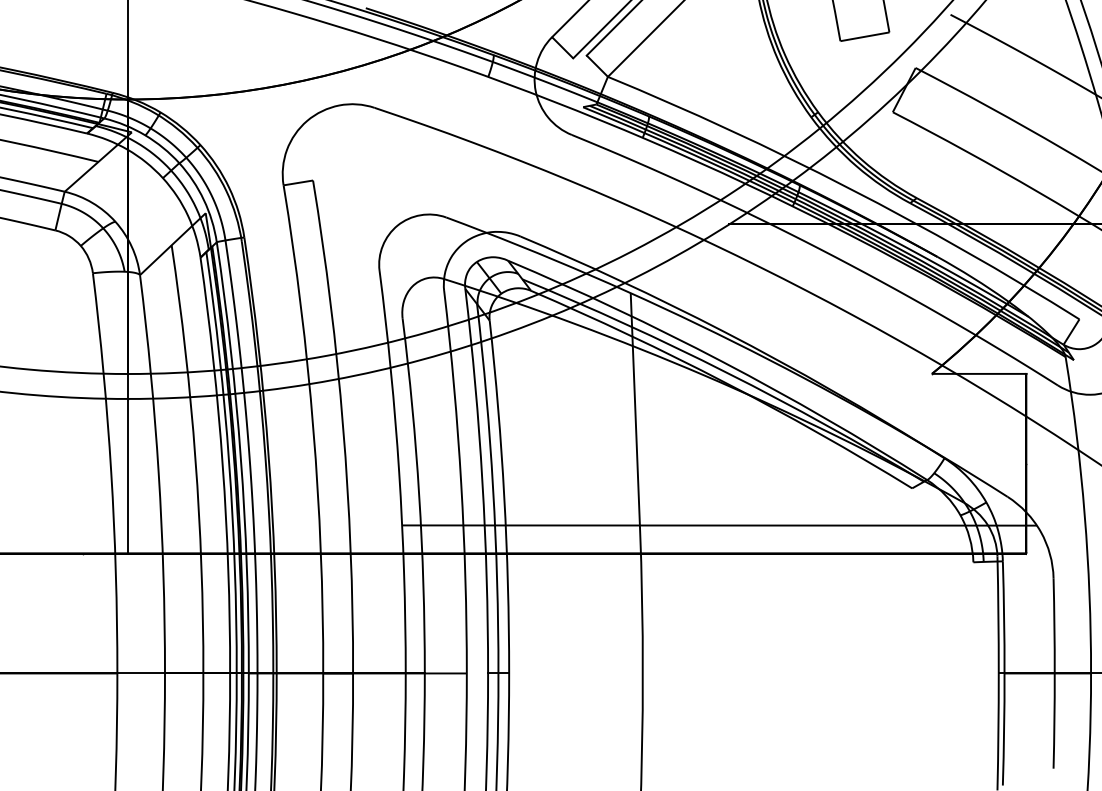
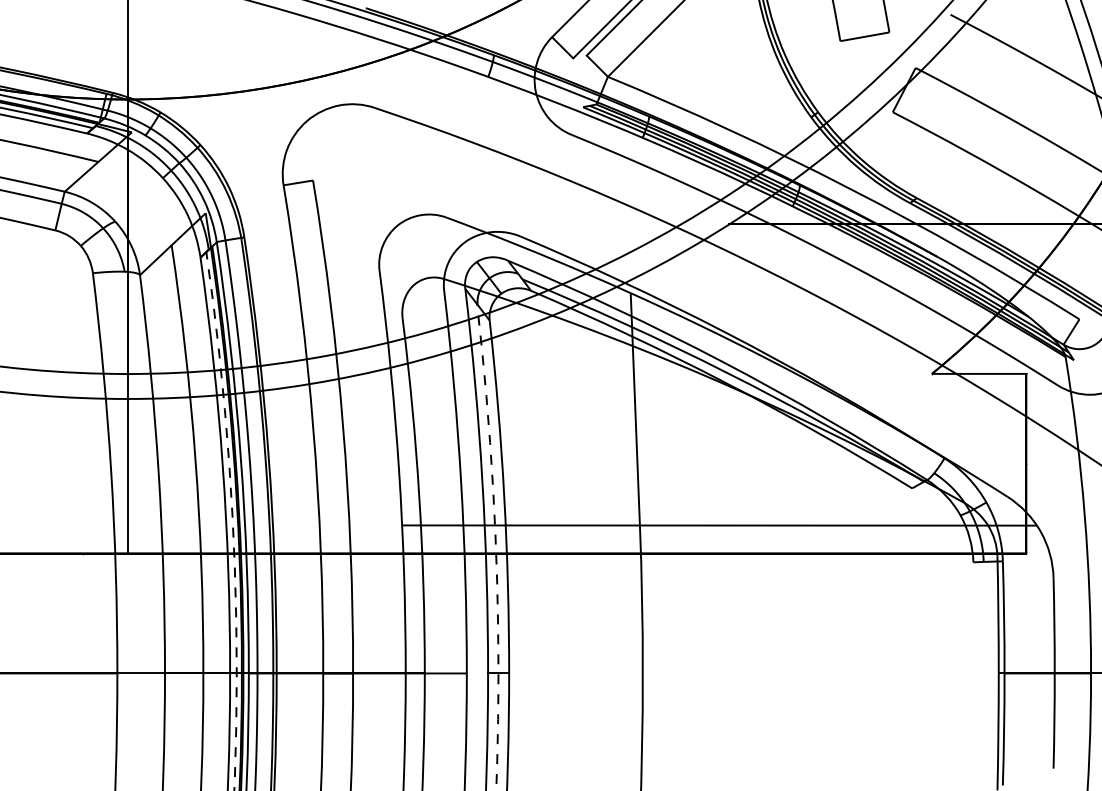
arc at (232, 519): solid -> dashed
arc at (495, 546): solid -> dashed
